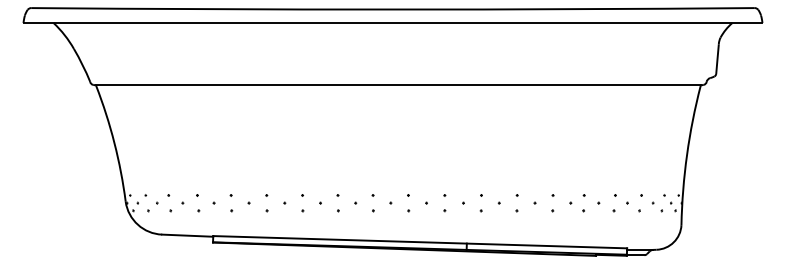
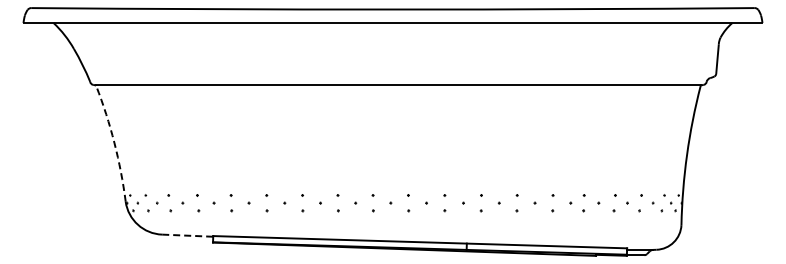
arc at (114, 143): solid -> dashed
line at (187, 235): solid -> dashed
